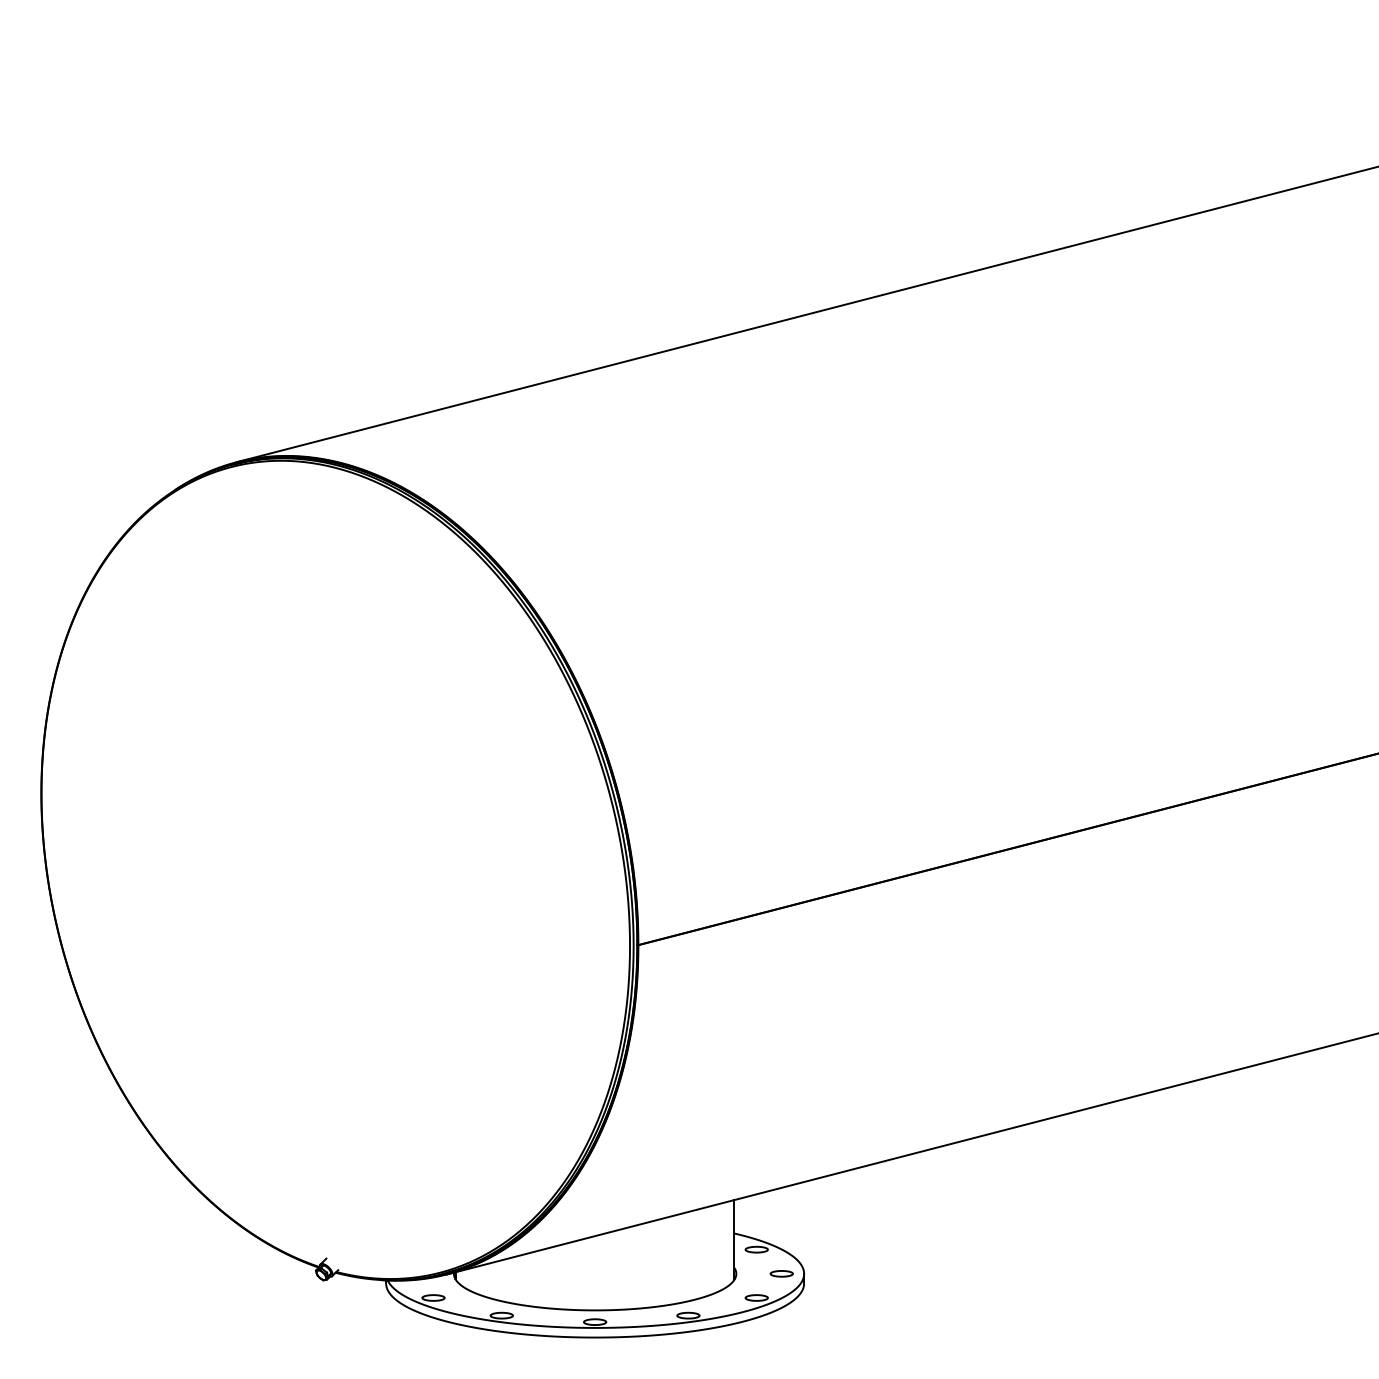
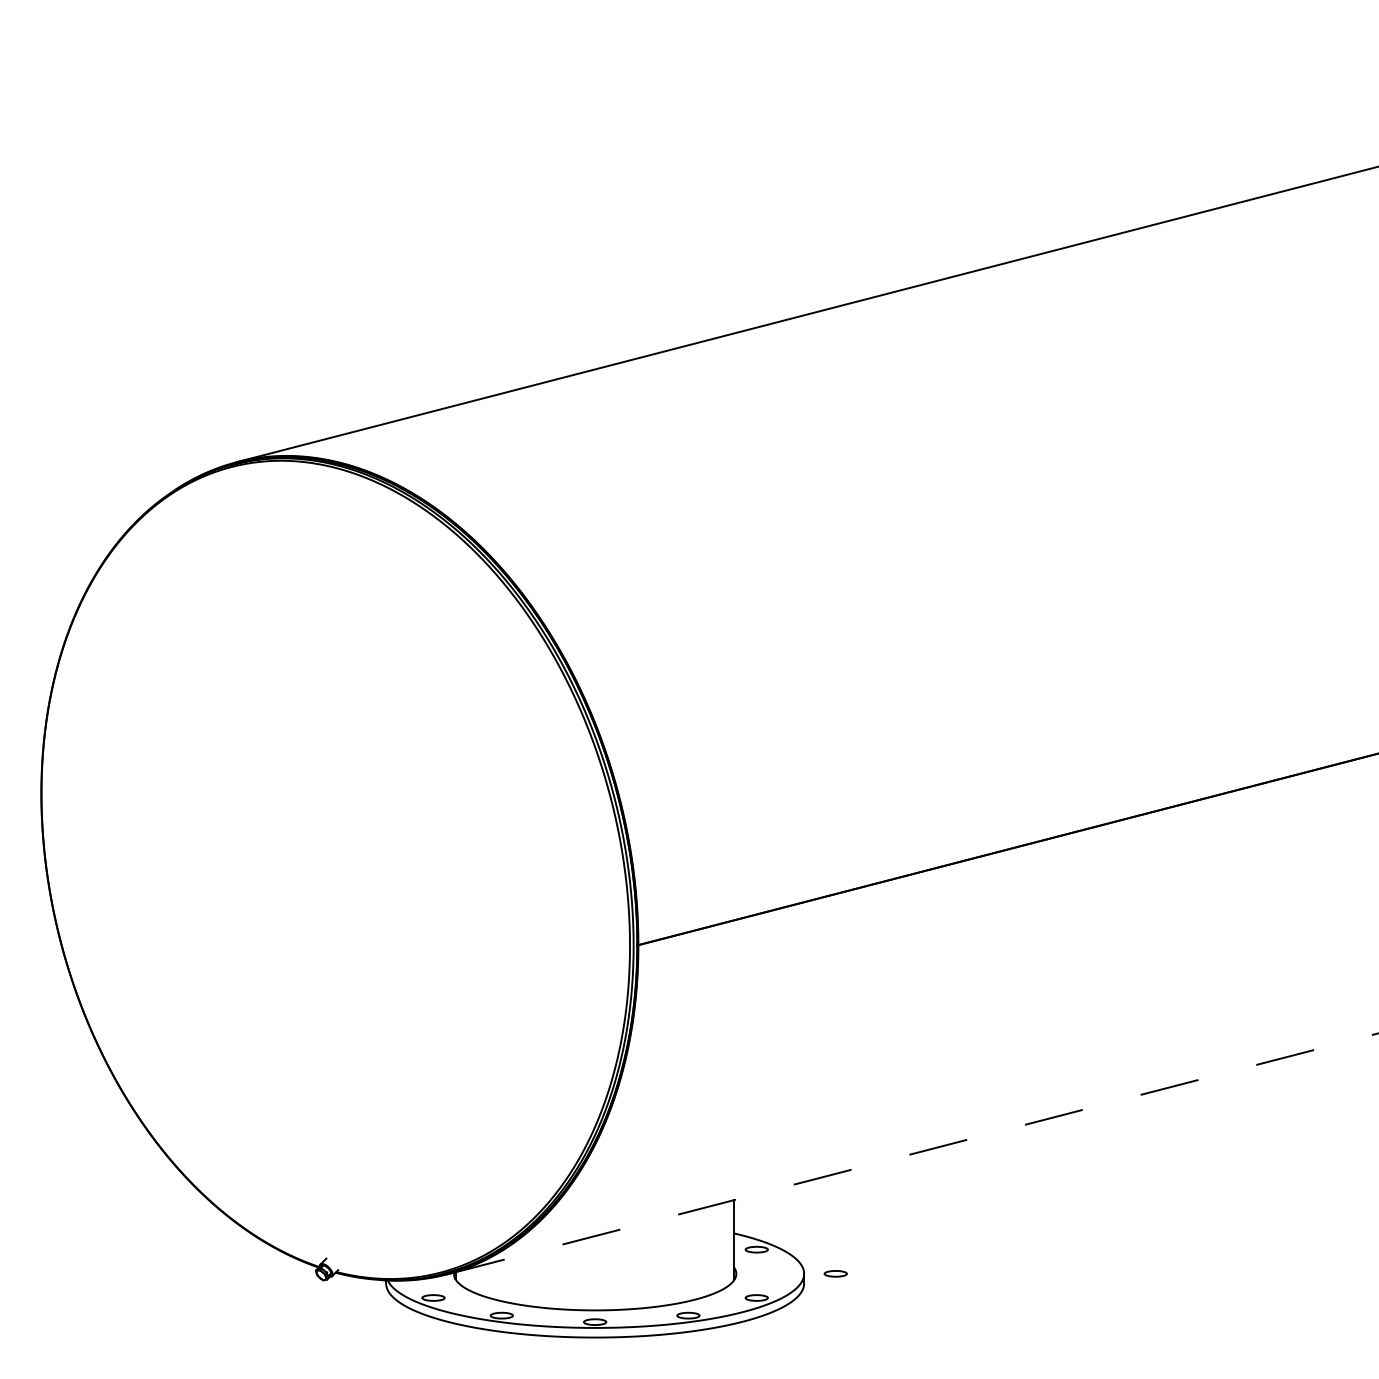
line at (913, 1153): solid -> dashed
part at (781, 1273) position: (781, 1273) -> (835, 1273)
